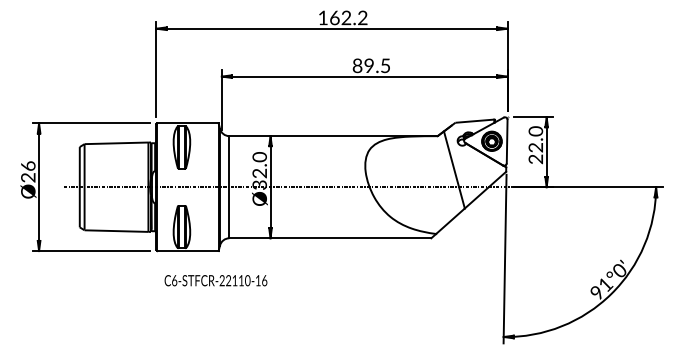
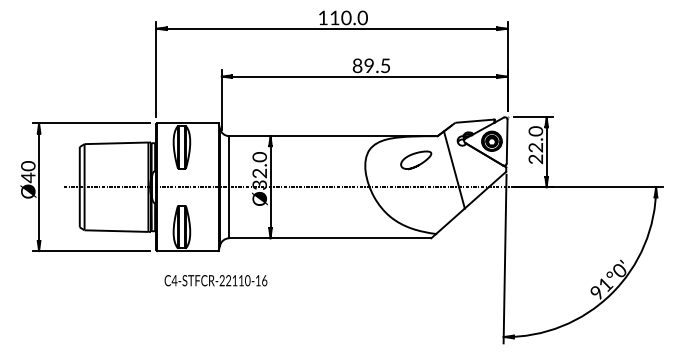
text at (348, 17): 162.2 -> 110.0
curve at (417, 164): none -> present
text at (28, 172): Ø26 -> Ø40
text at (174, 280): C6-STFCR-22110-16 -> C4-STFCR-22110-16
